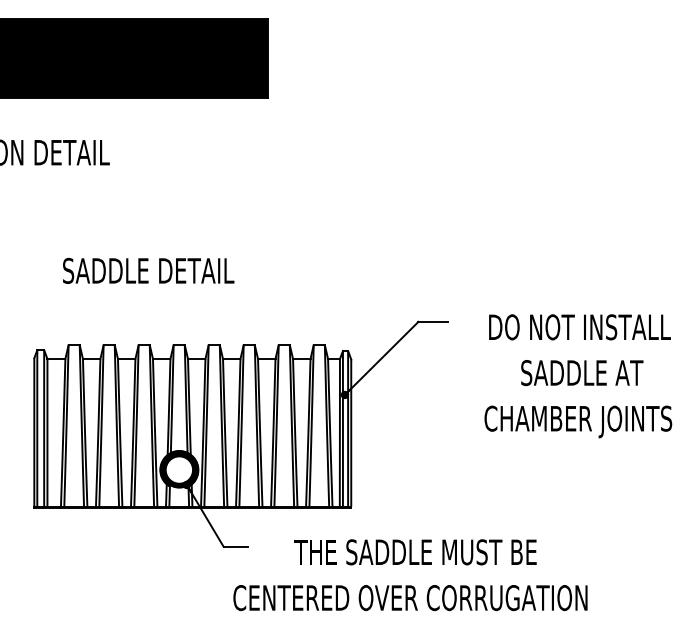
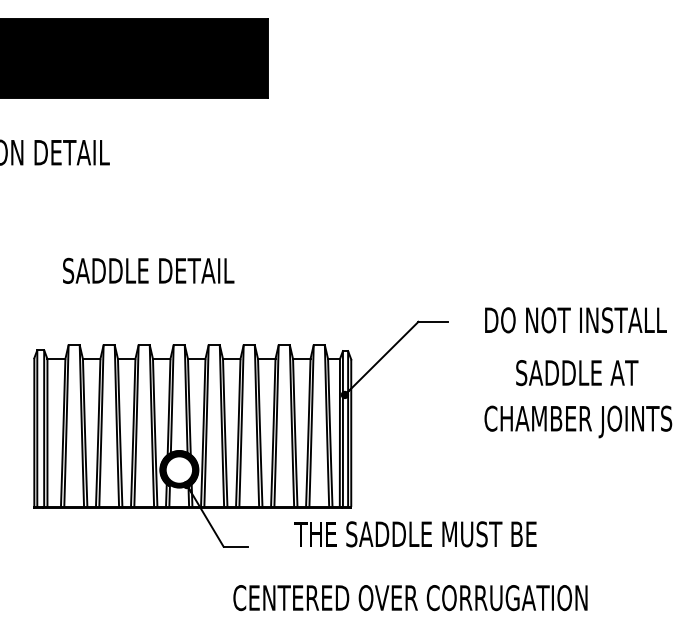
text at (579, 327) position: (579, 327) -> (575, 320)
text at (582, 373) position: (582, 373) -> (577, 373)
text at (415, 552) position: (415, 552) -> (415, 534)
